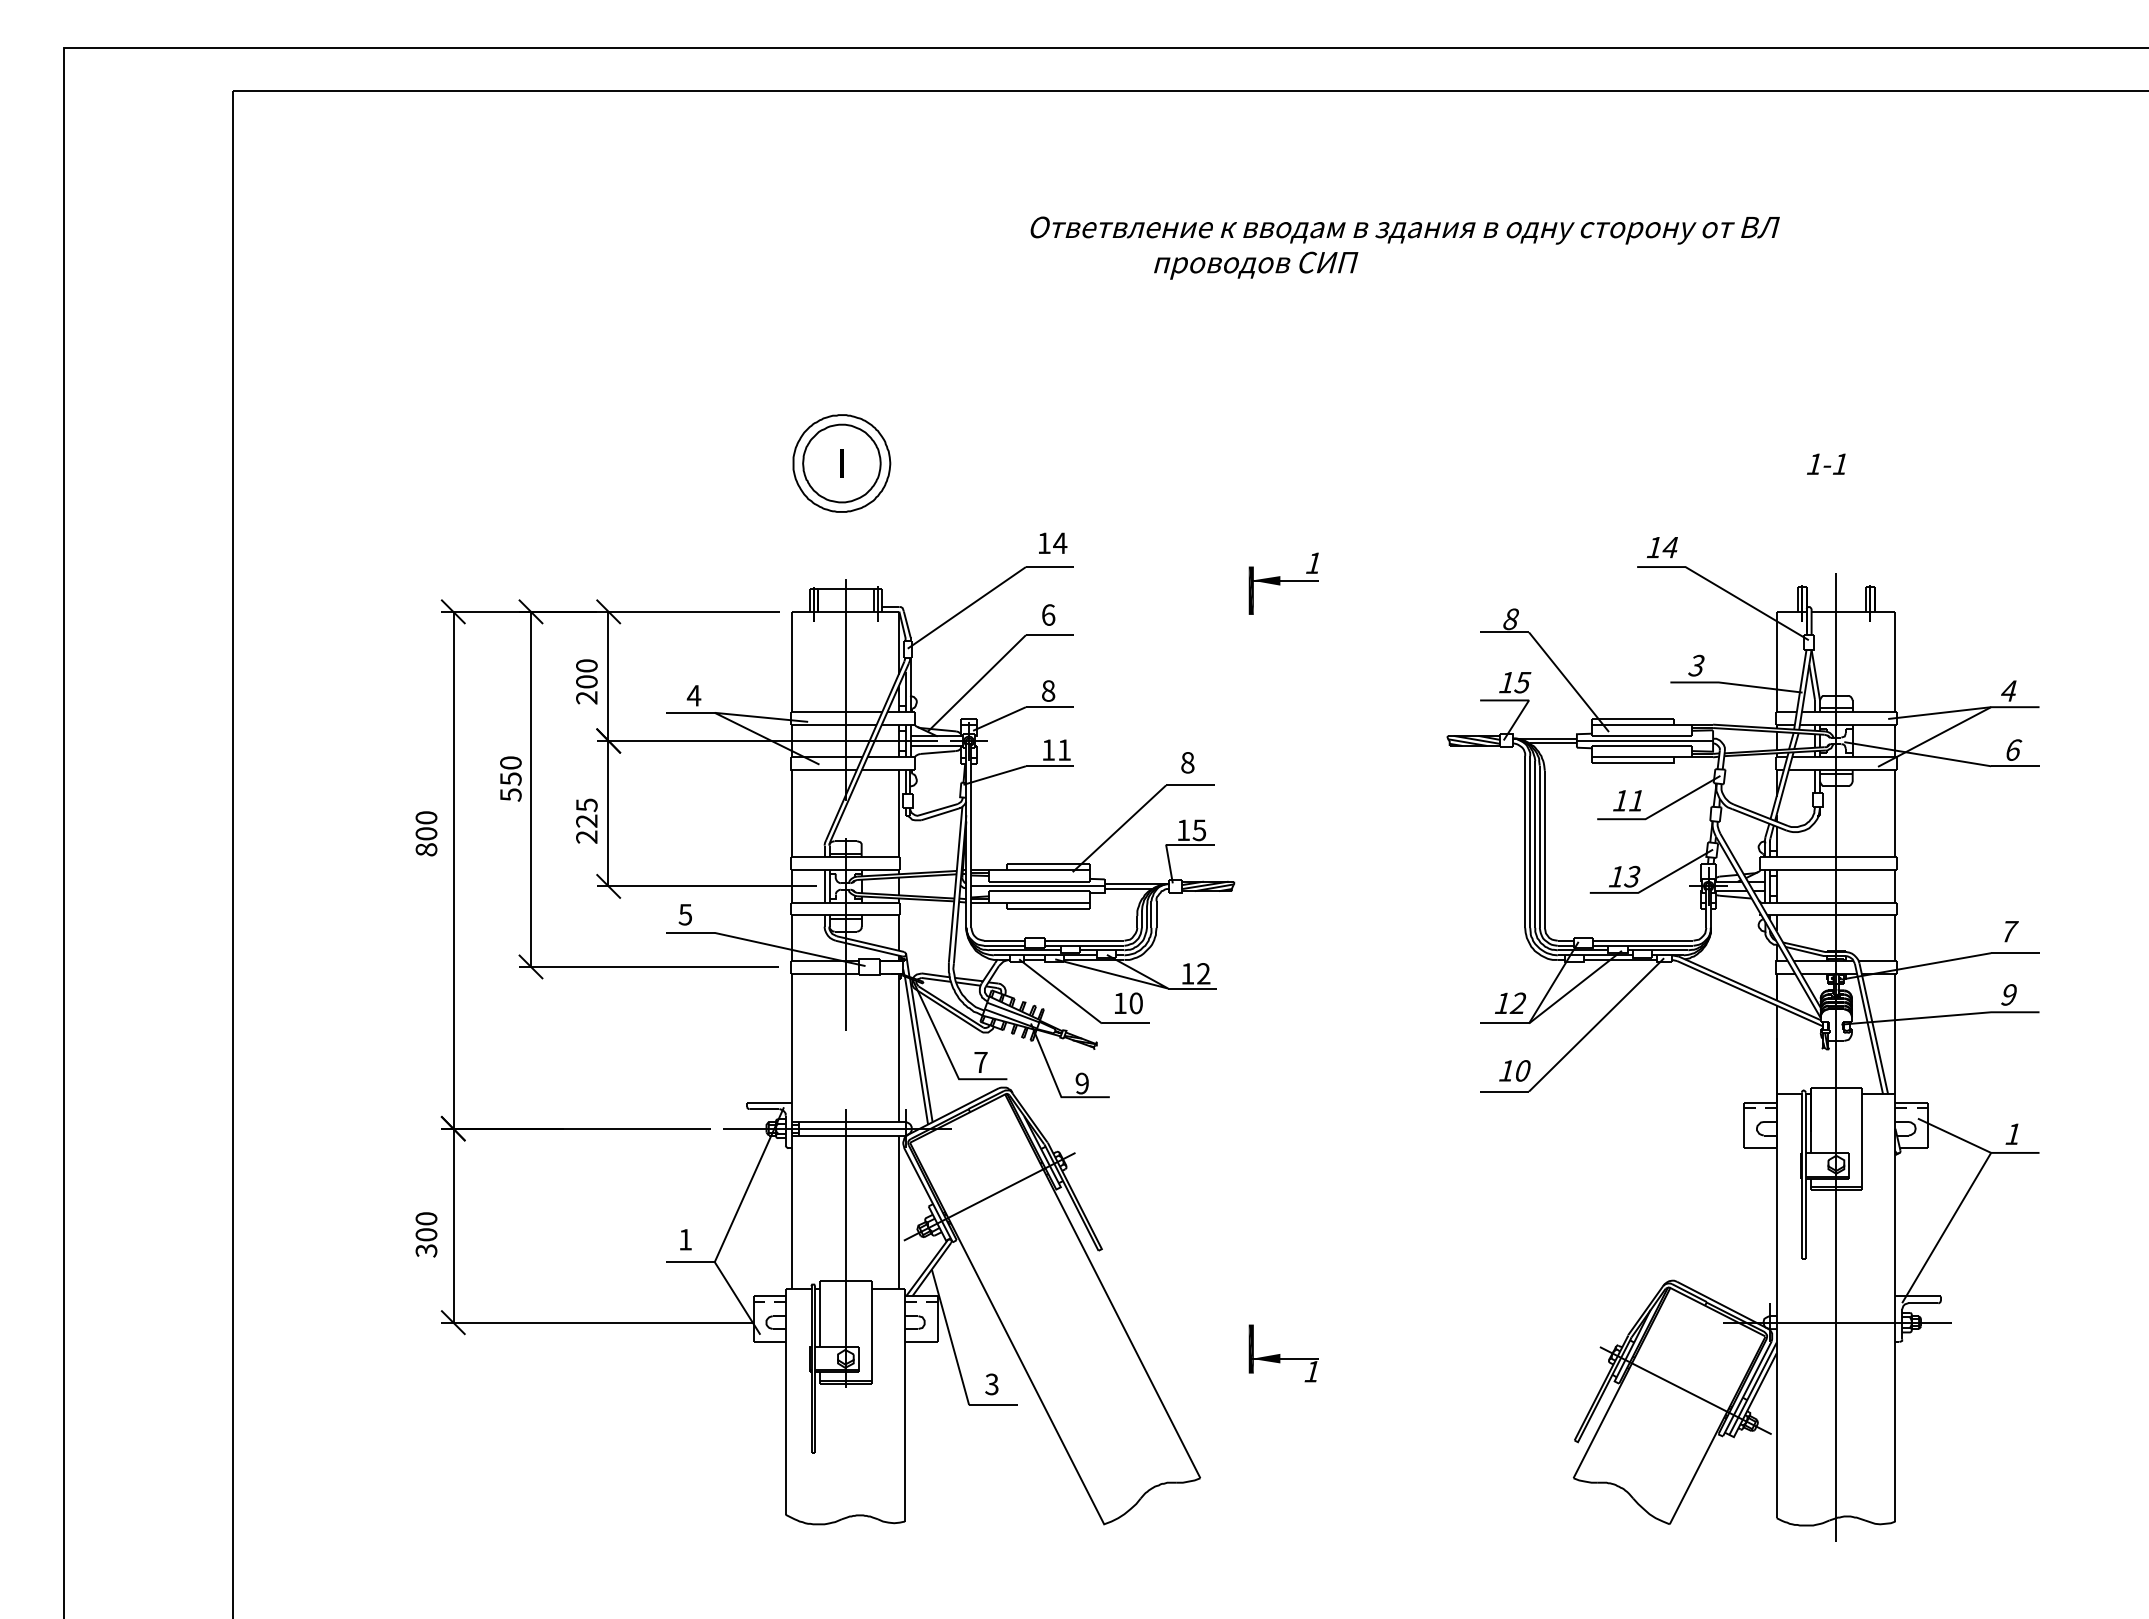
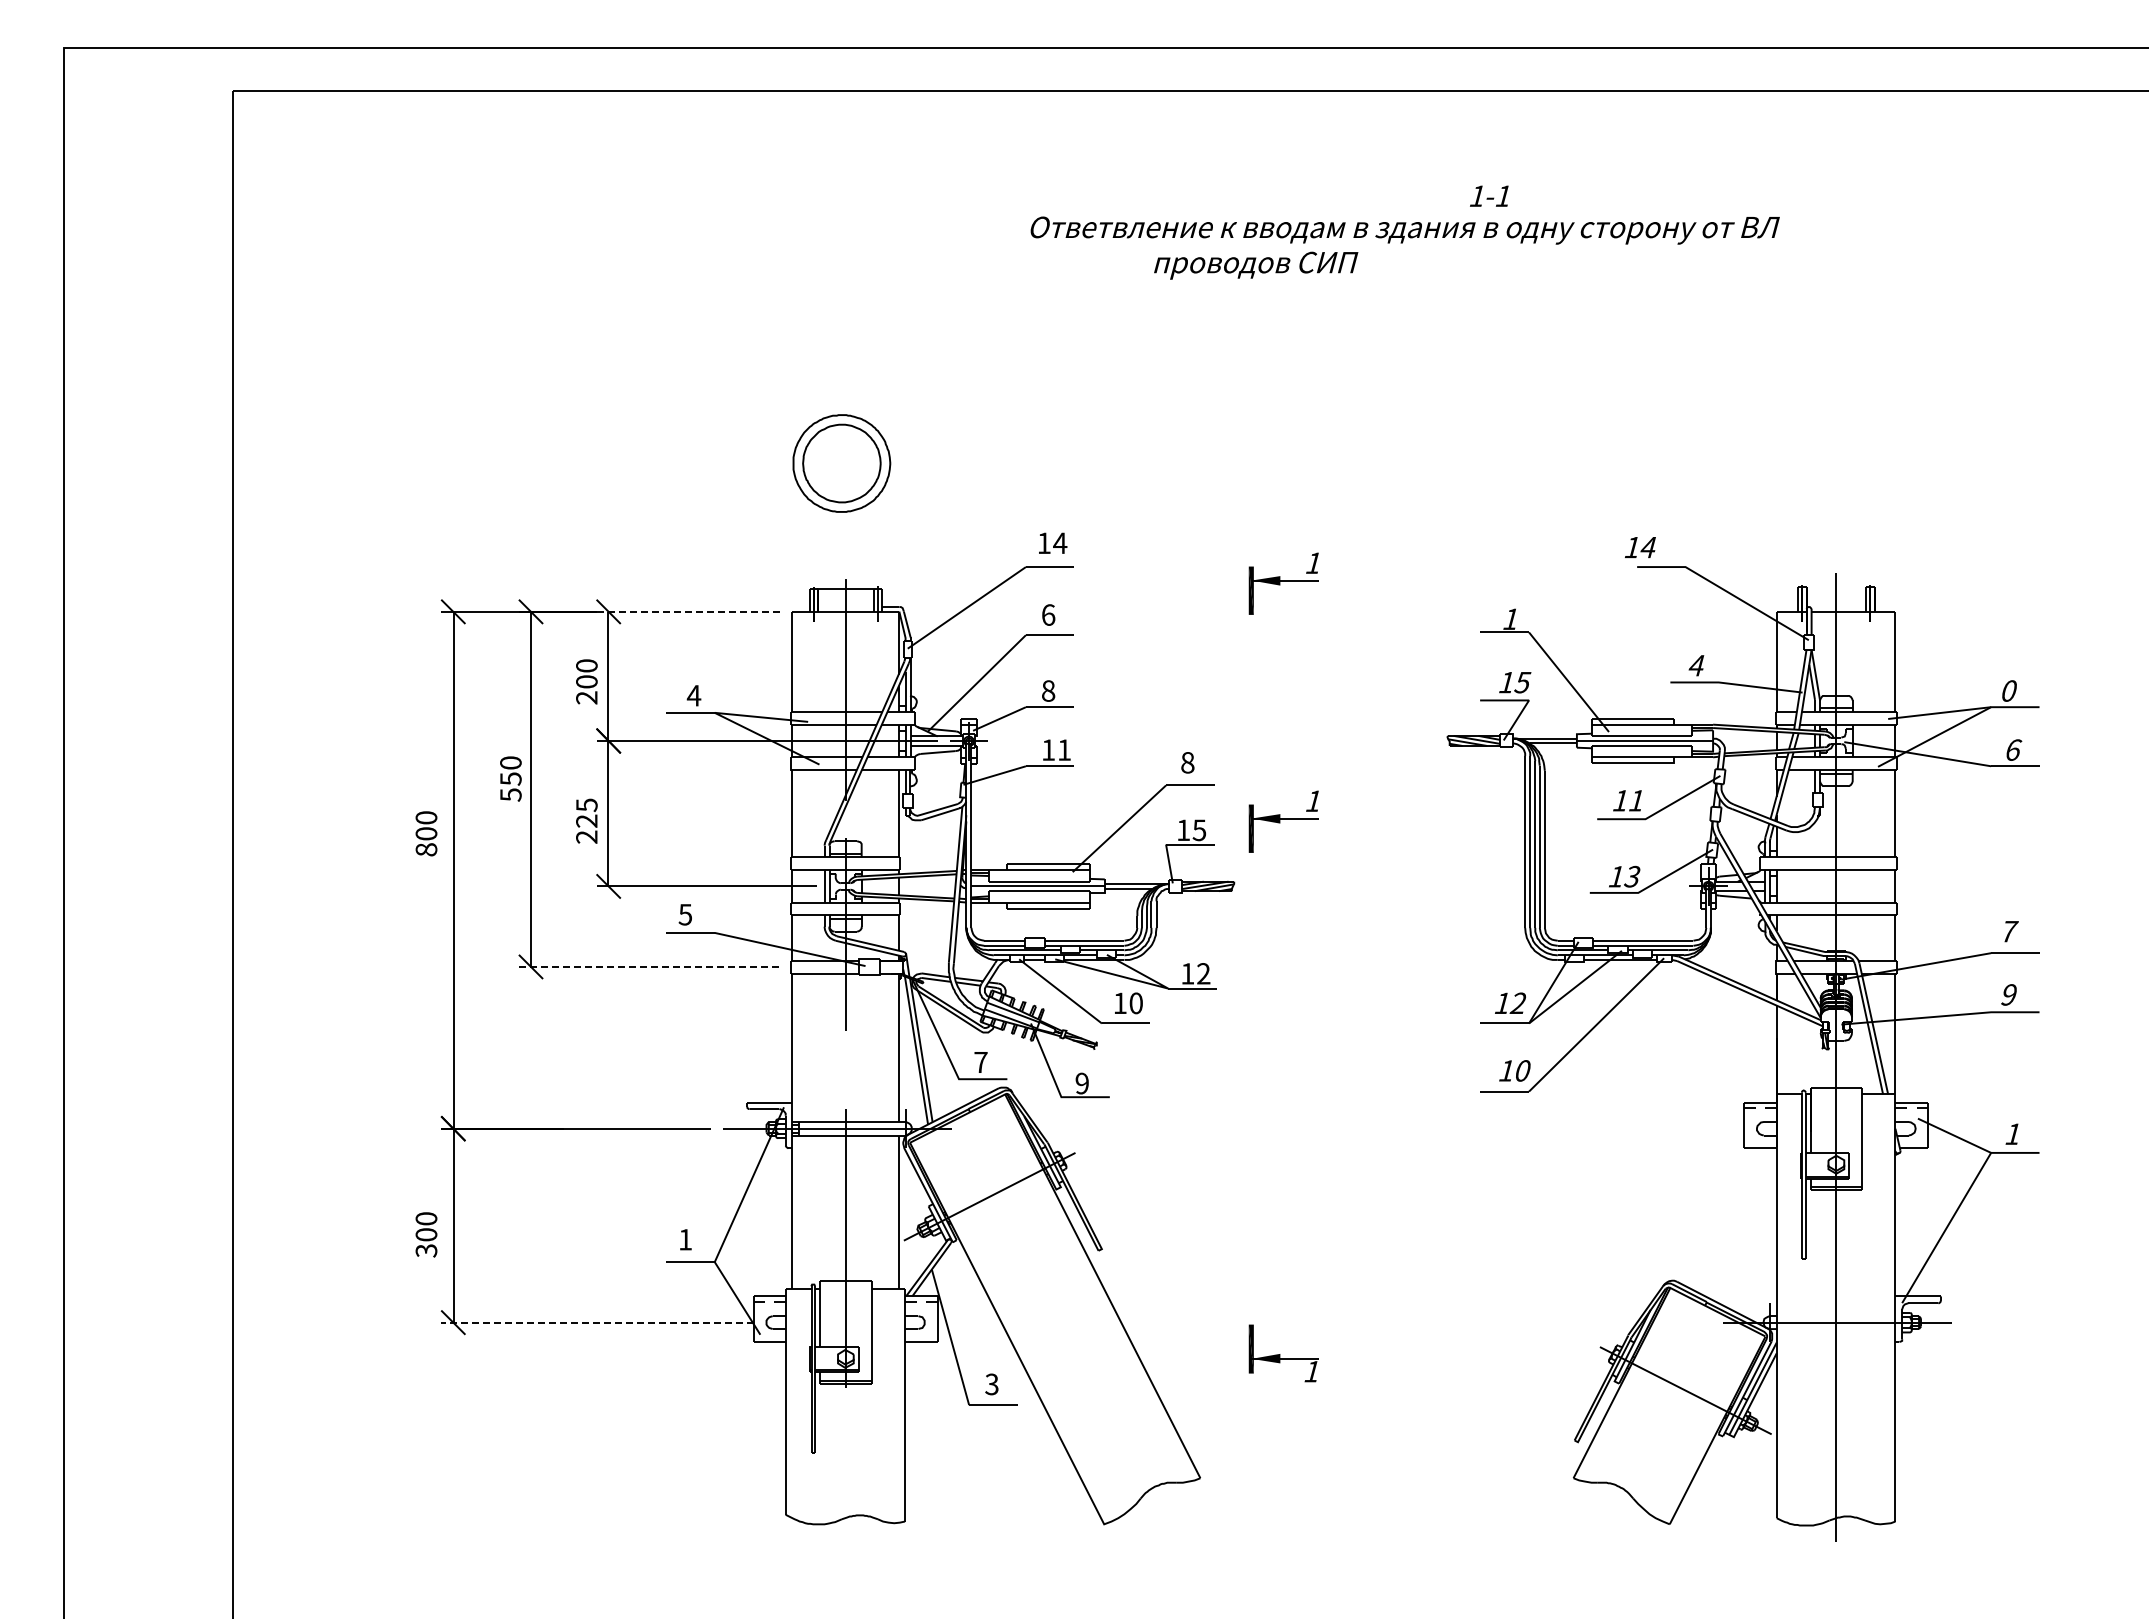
fill at (841, 463): present -> none
text at (1826, 463) position: (1826, 463) -> (1489, 195)
text at (1662, 547) position: (1662, 547) -> (1640, 547)
line at (688, 611): solid -> dashed
text at (1510, 619): 8 -> 1
text at (1696, 665): 3 -> 4
text at (2008, 690): 4 -> 0
part at (1283, 821): none -> present
line at (648, 967): solid -> dashed
line at (597, 1322): solid -> dashed
